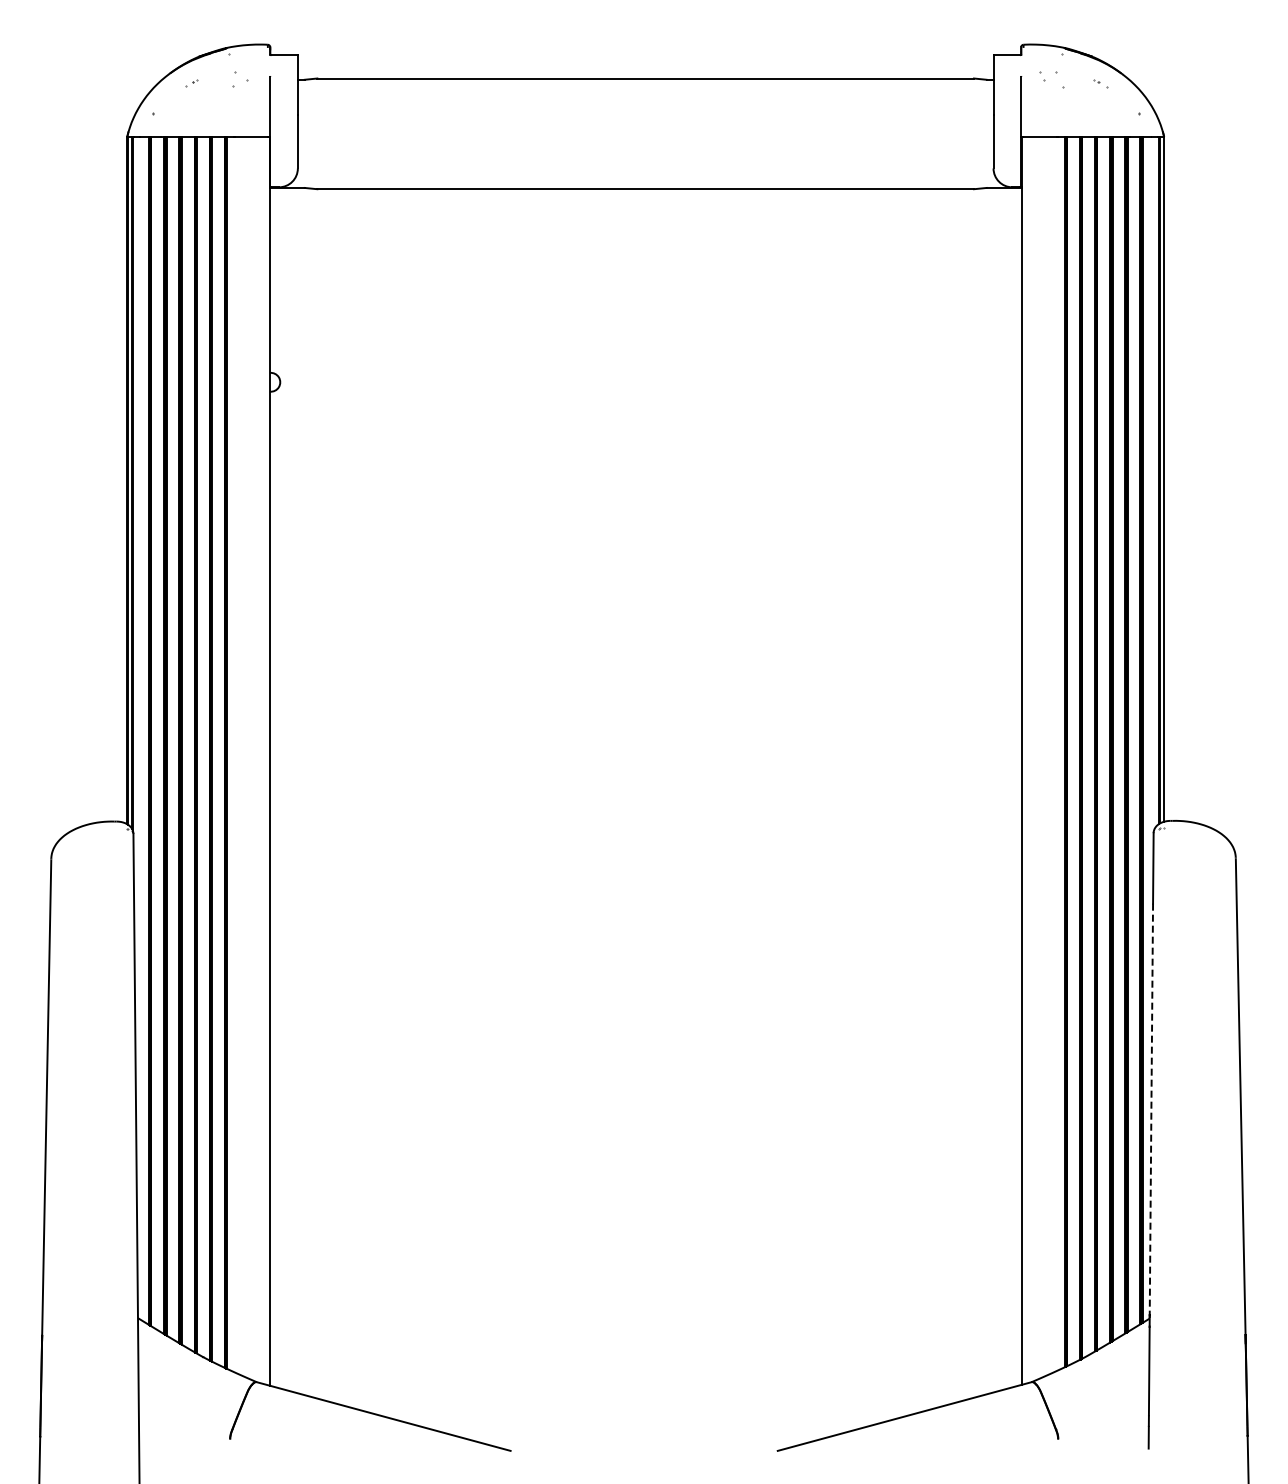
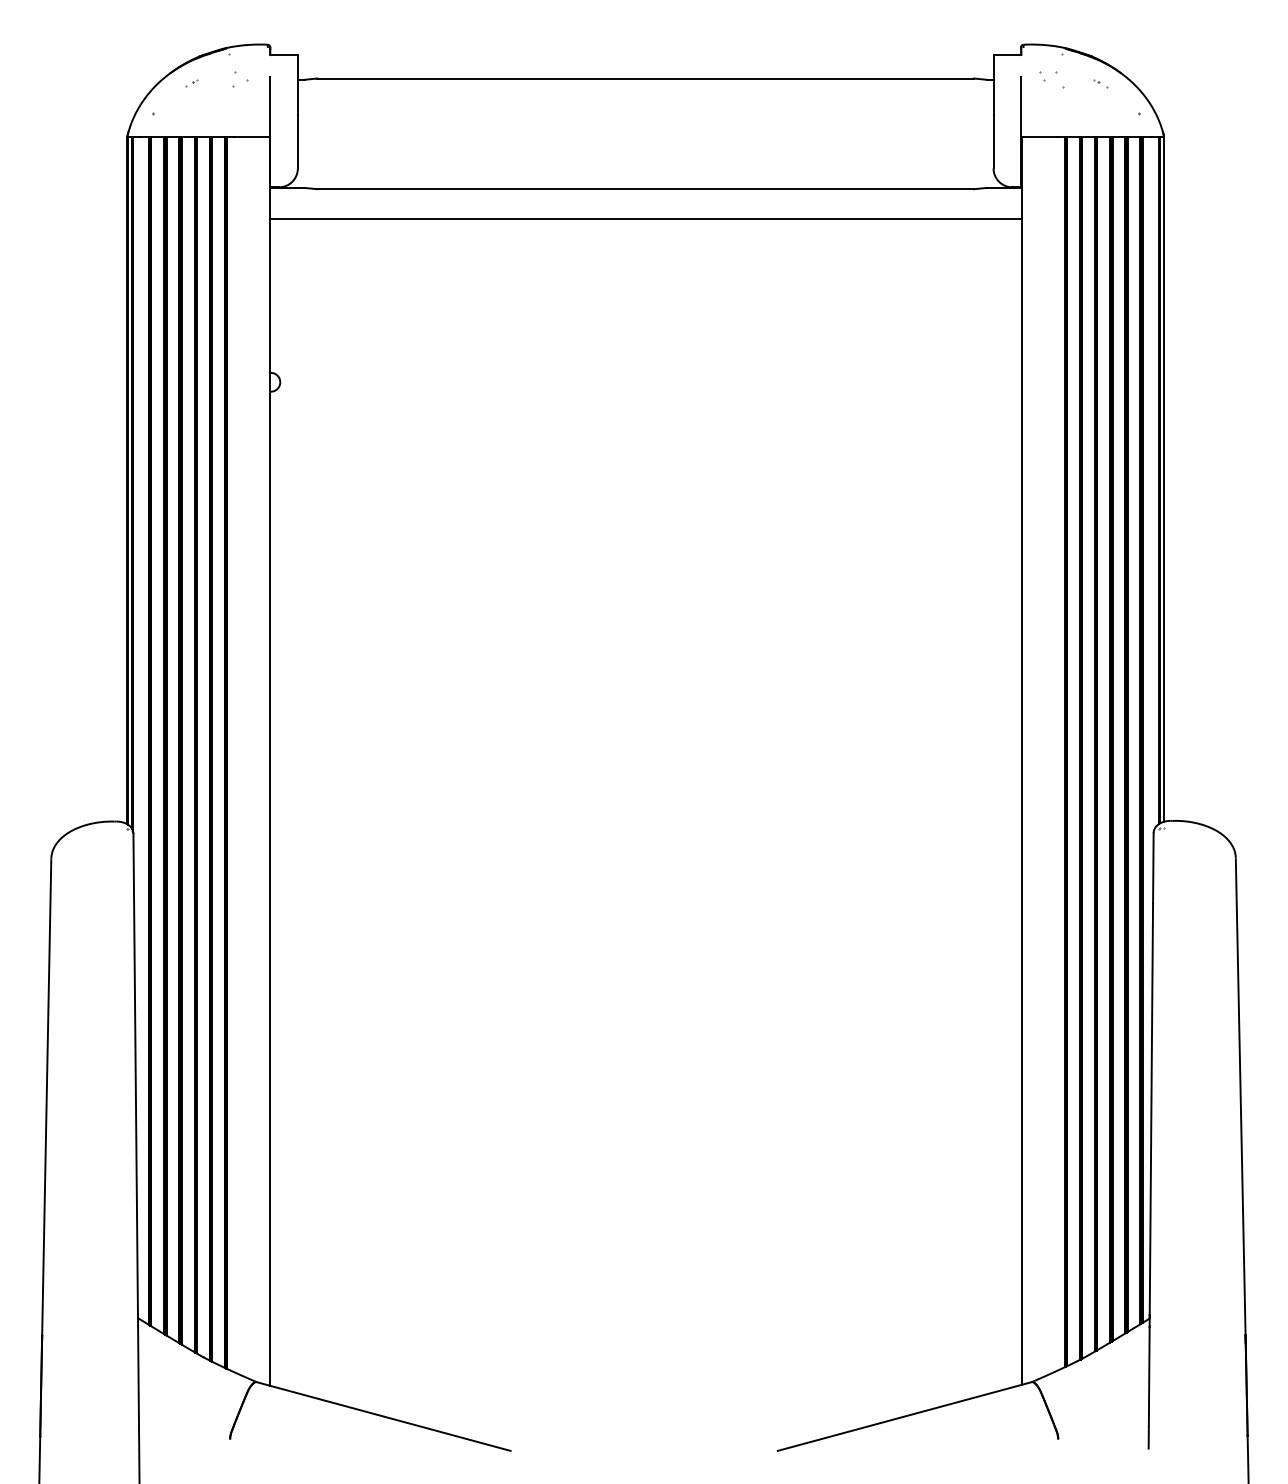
line at (645, 218): none -> present
line at (1151, 1111): dashed -> solid
